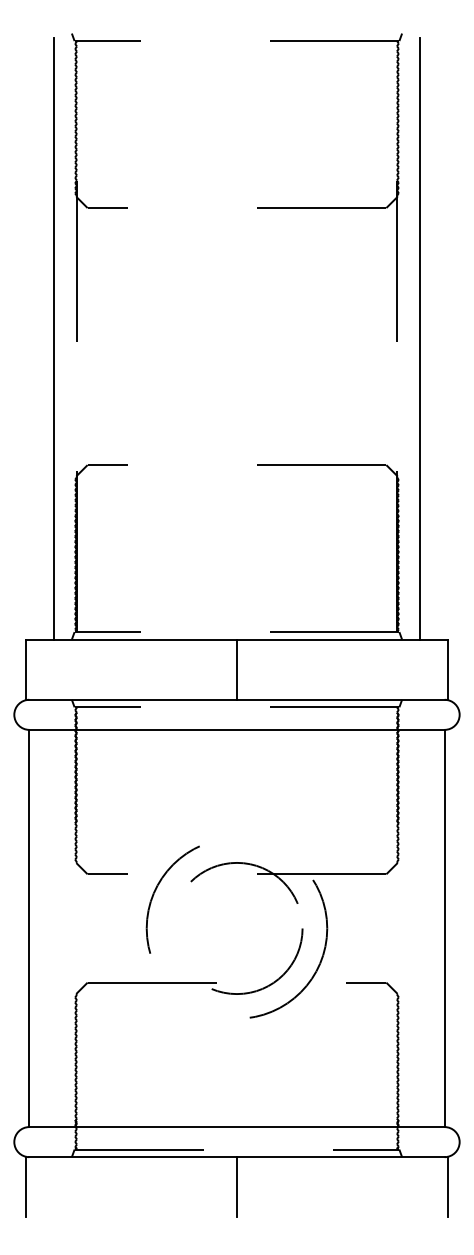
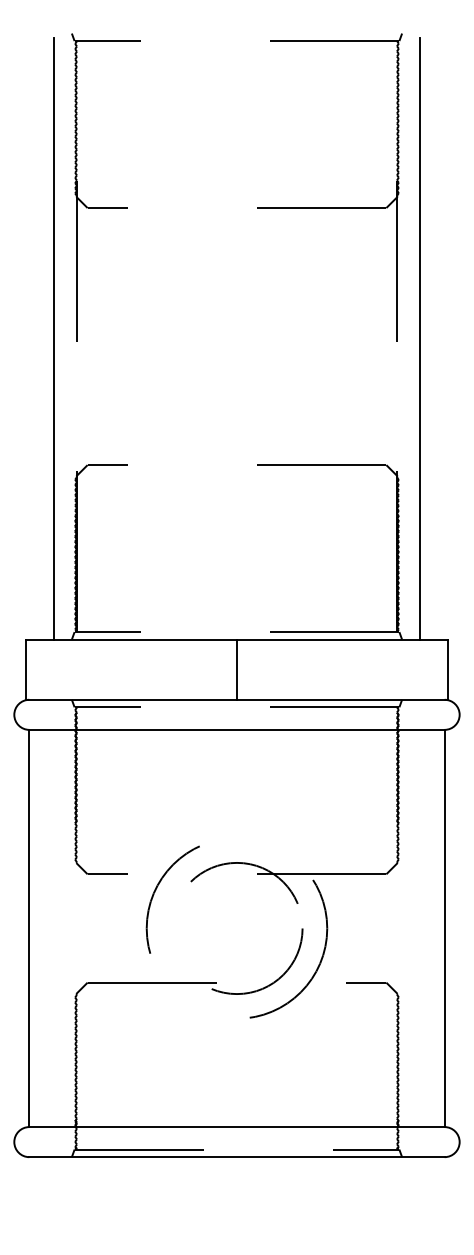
line at (26, 1187): present -> none
line at (236, 1187): present -> none
line at (447, 1187): present -> none
